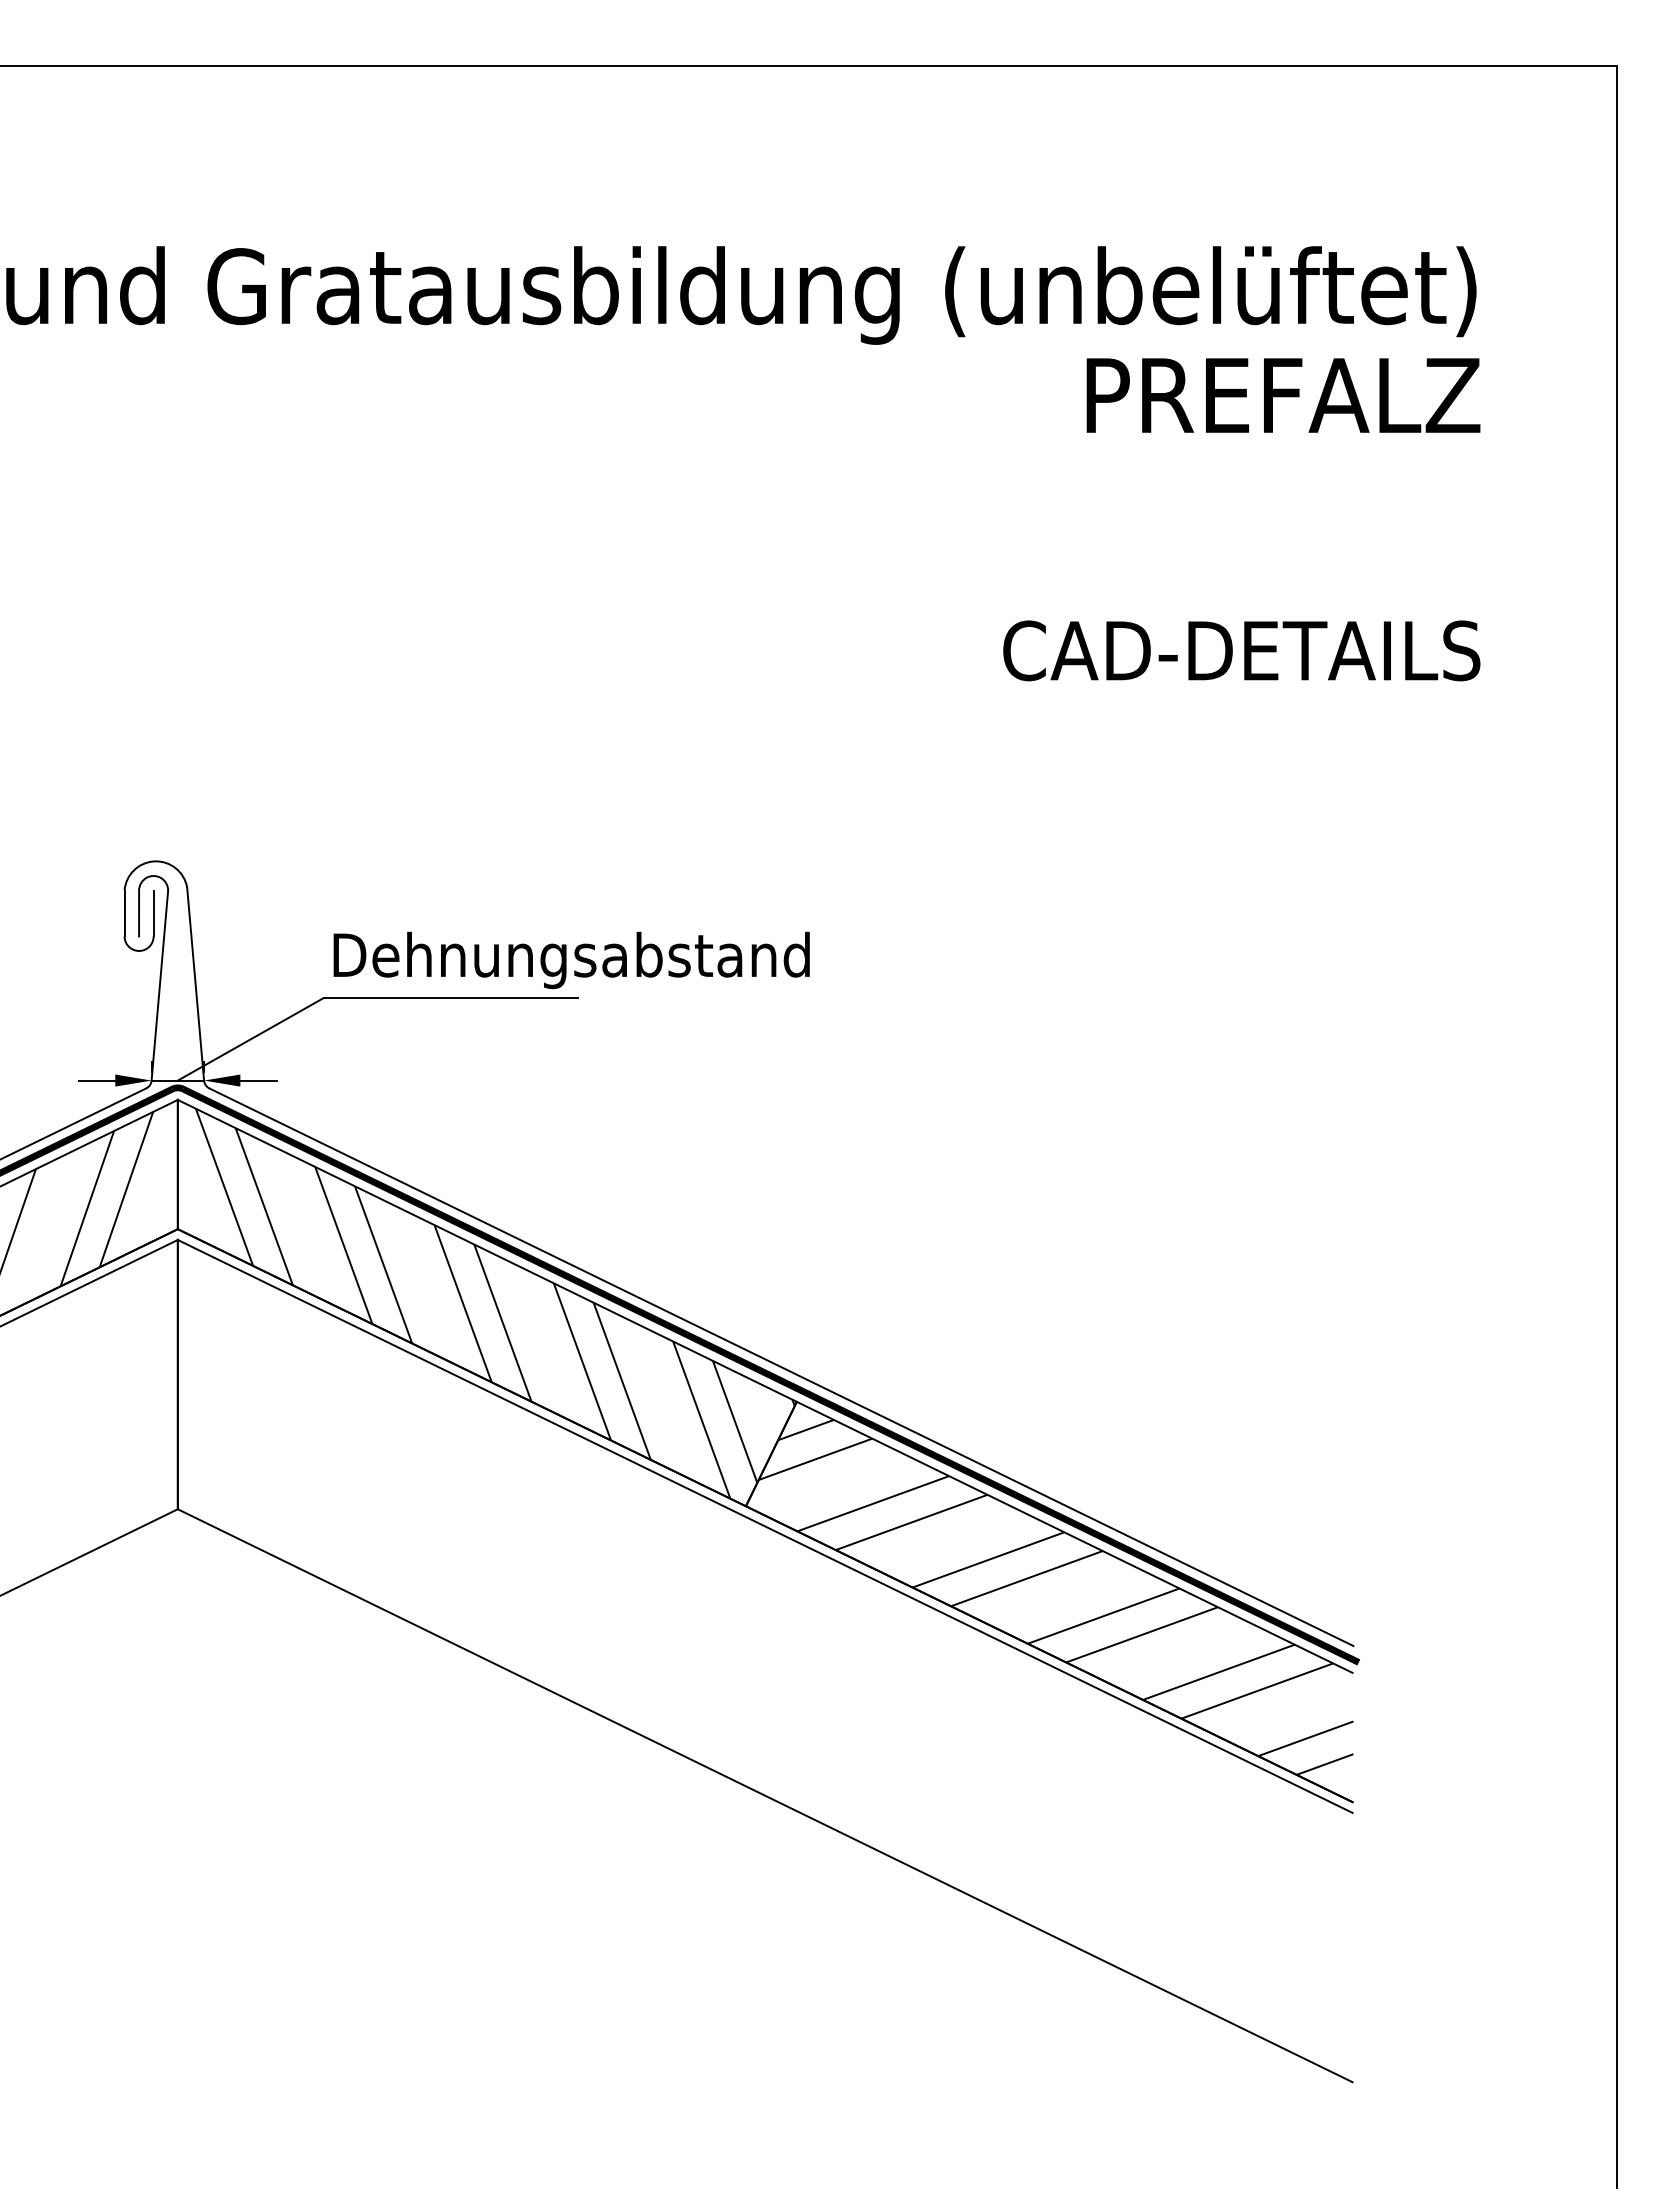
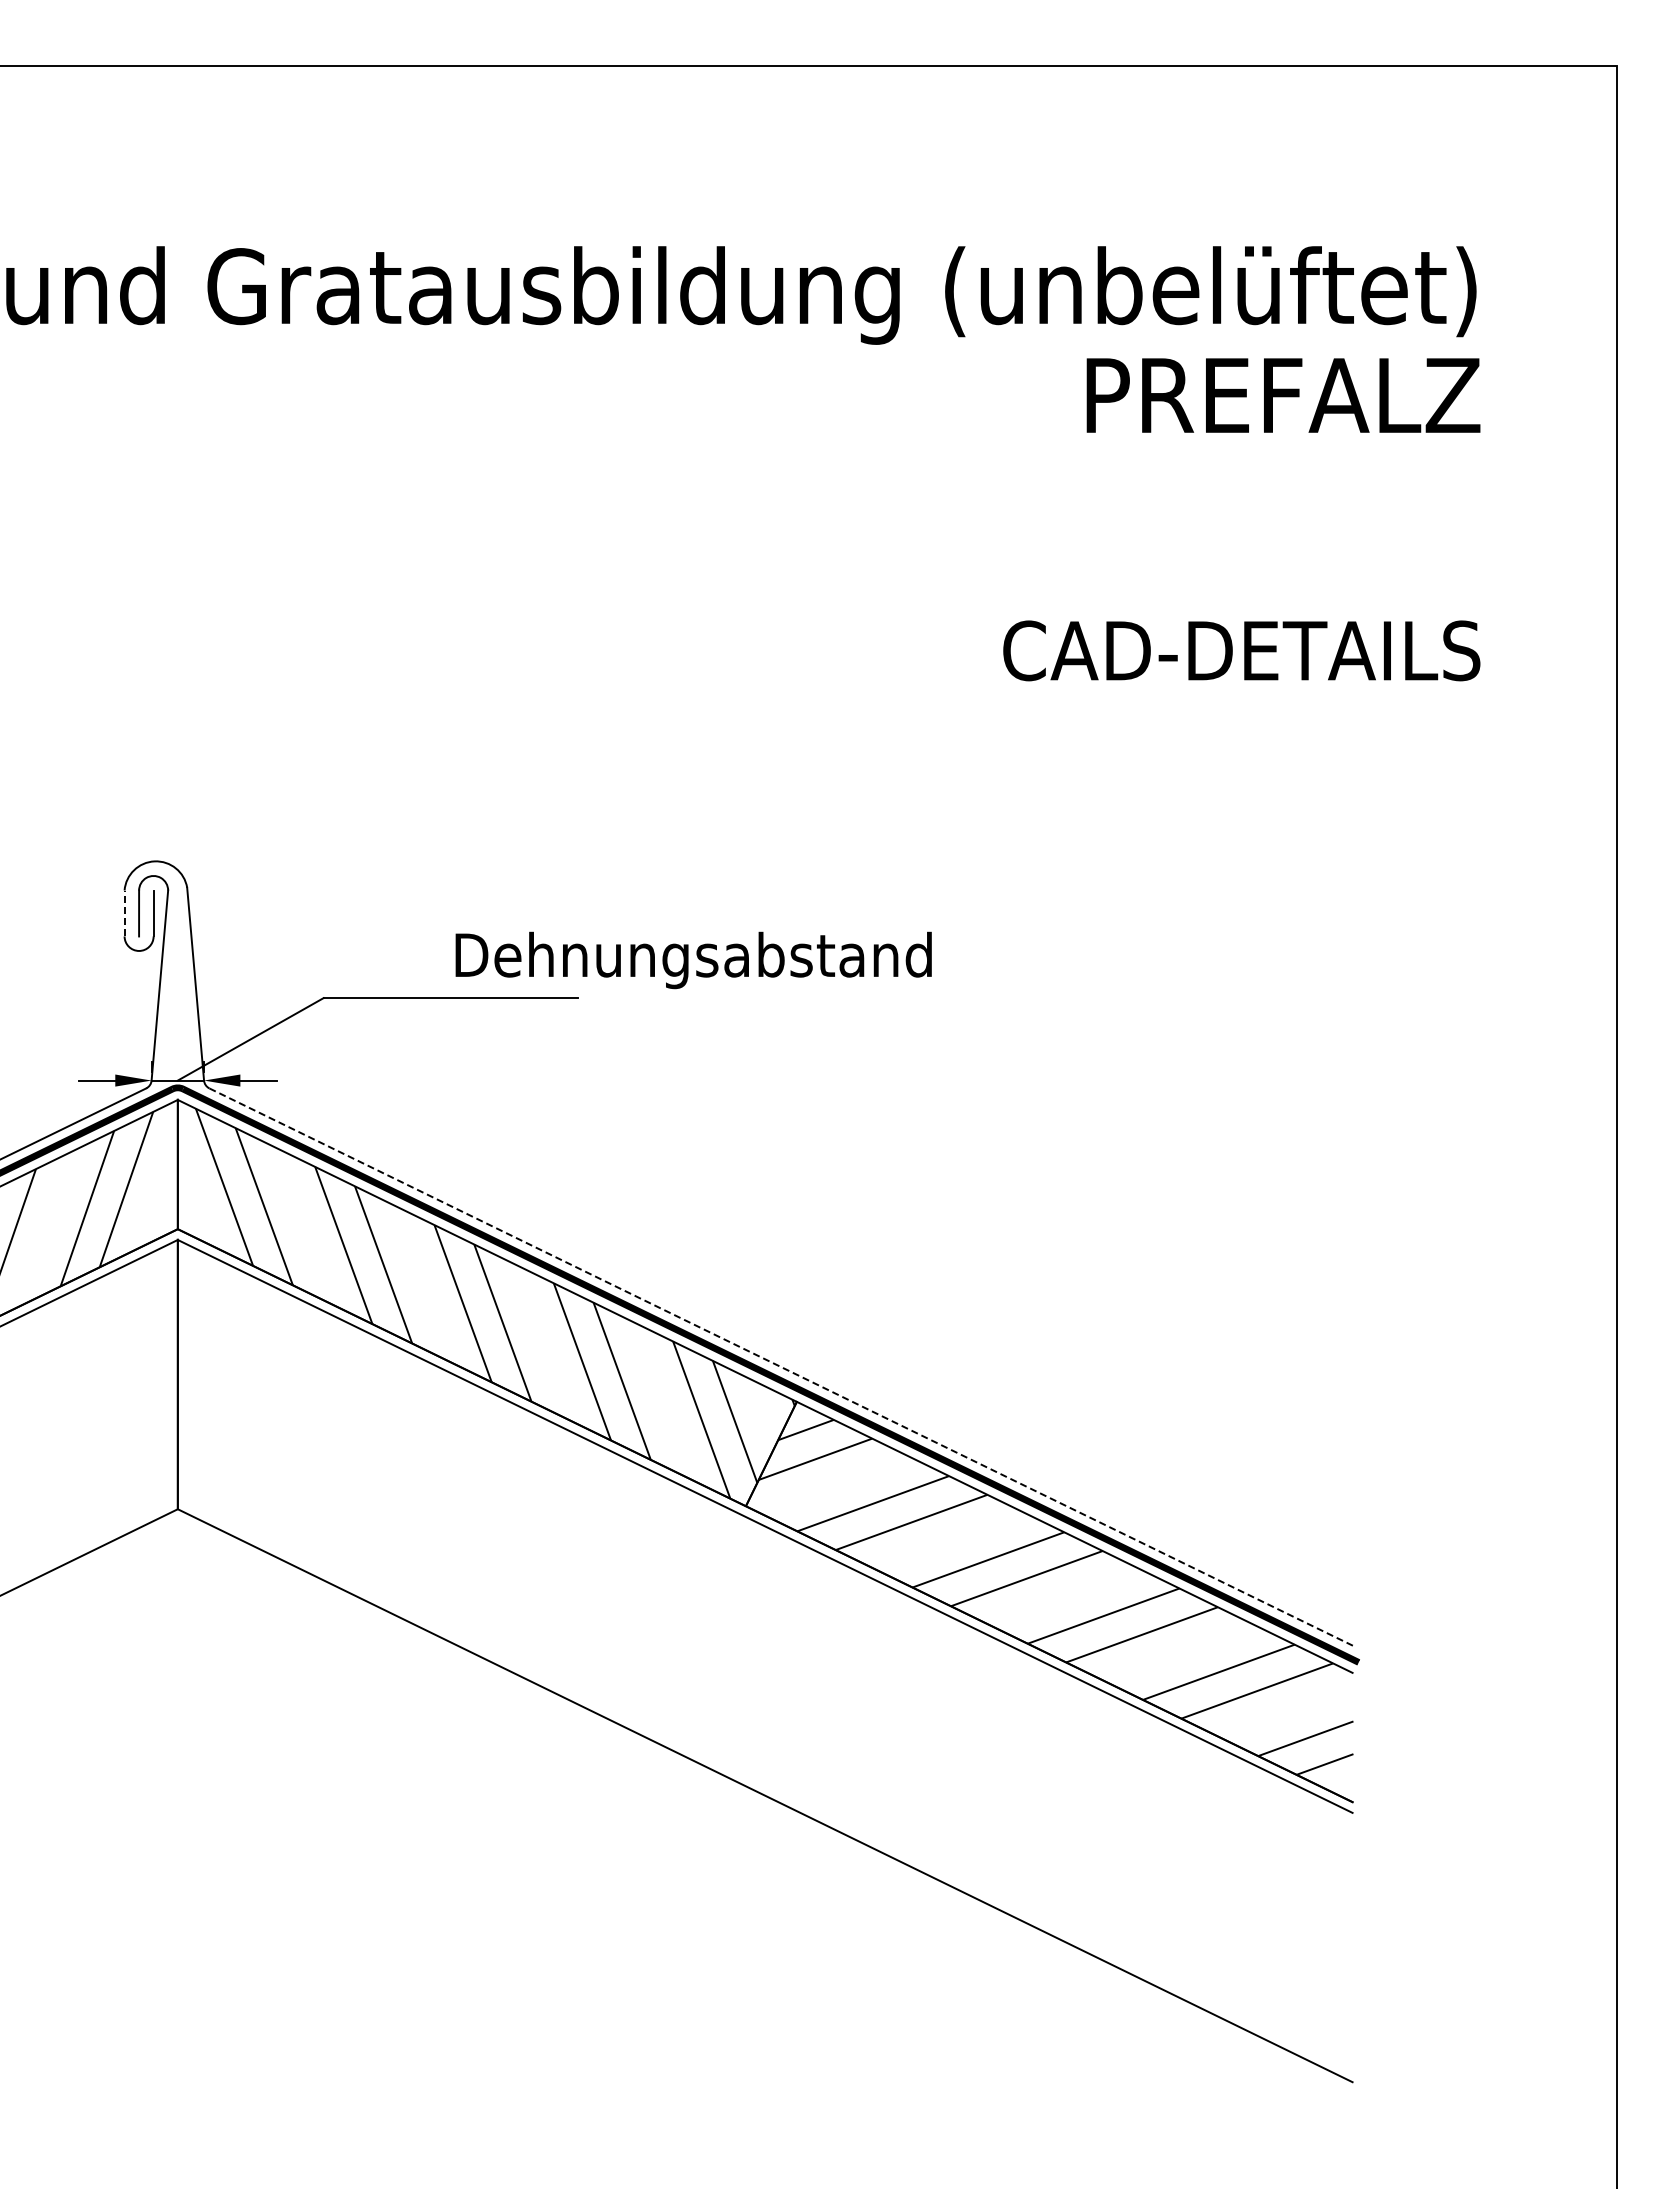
line at (124, 913): solid -> dashed
text at (571, 960) position: (571, 960) -> (693, 960)
line at (781, 1367): solid -> dashed
